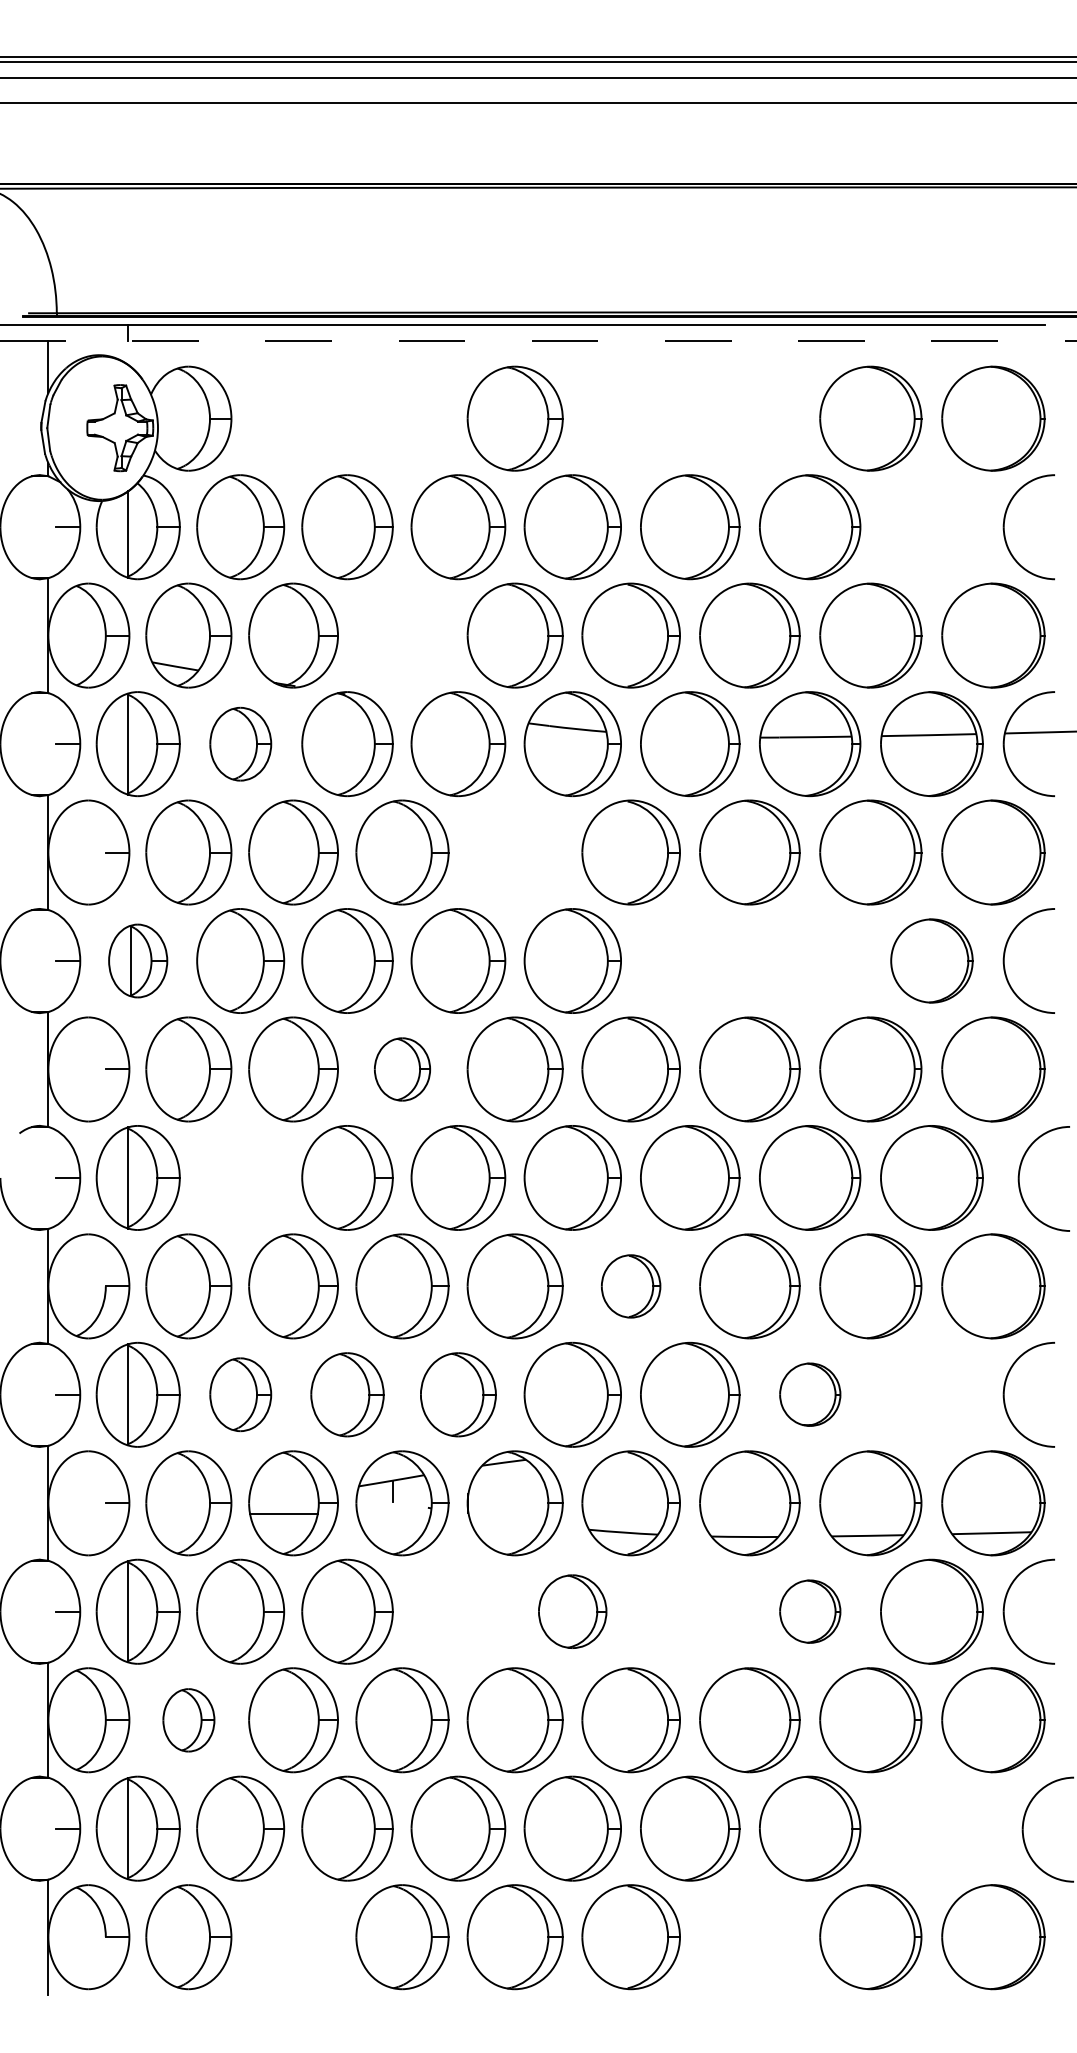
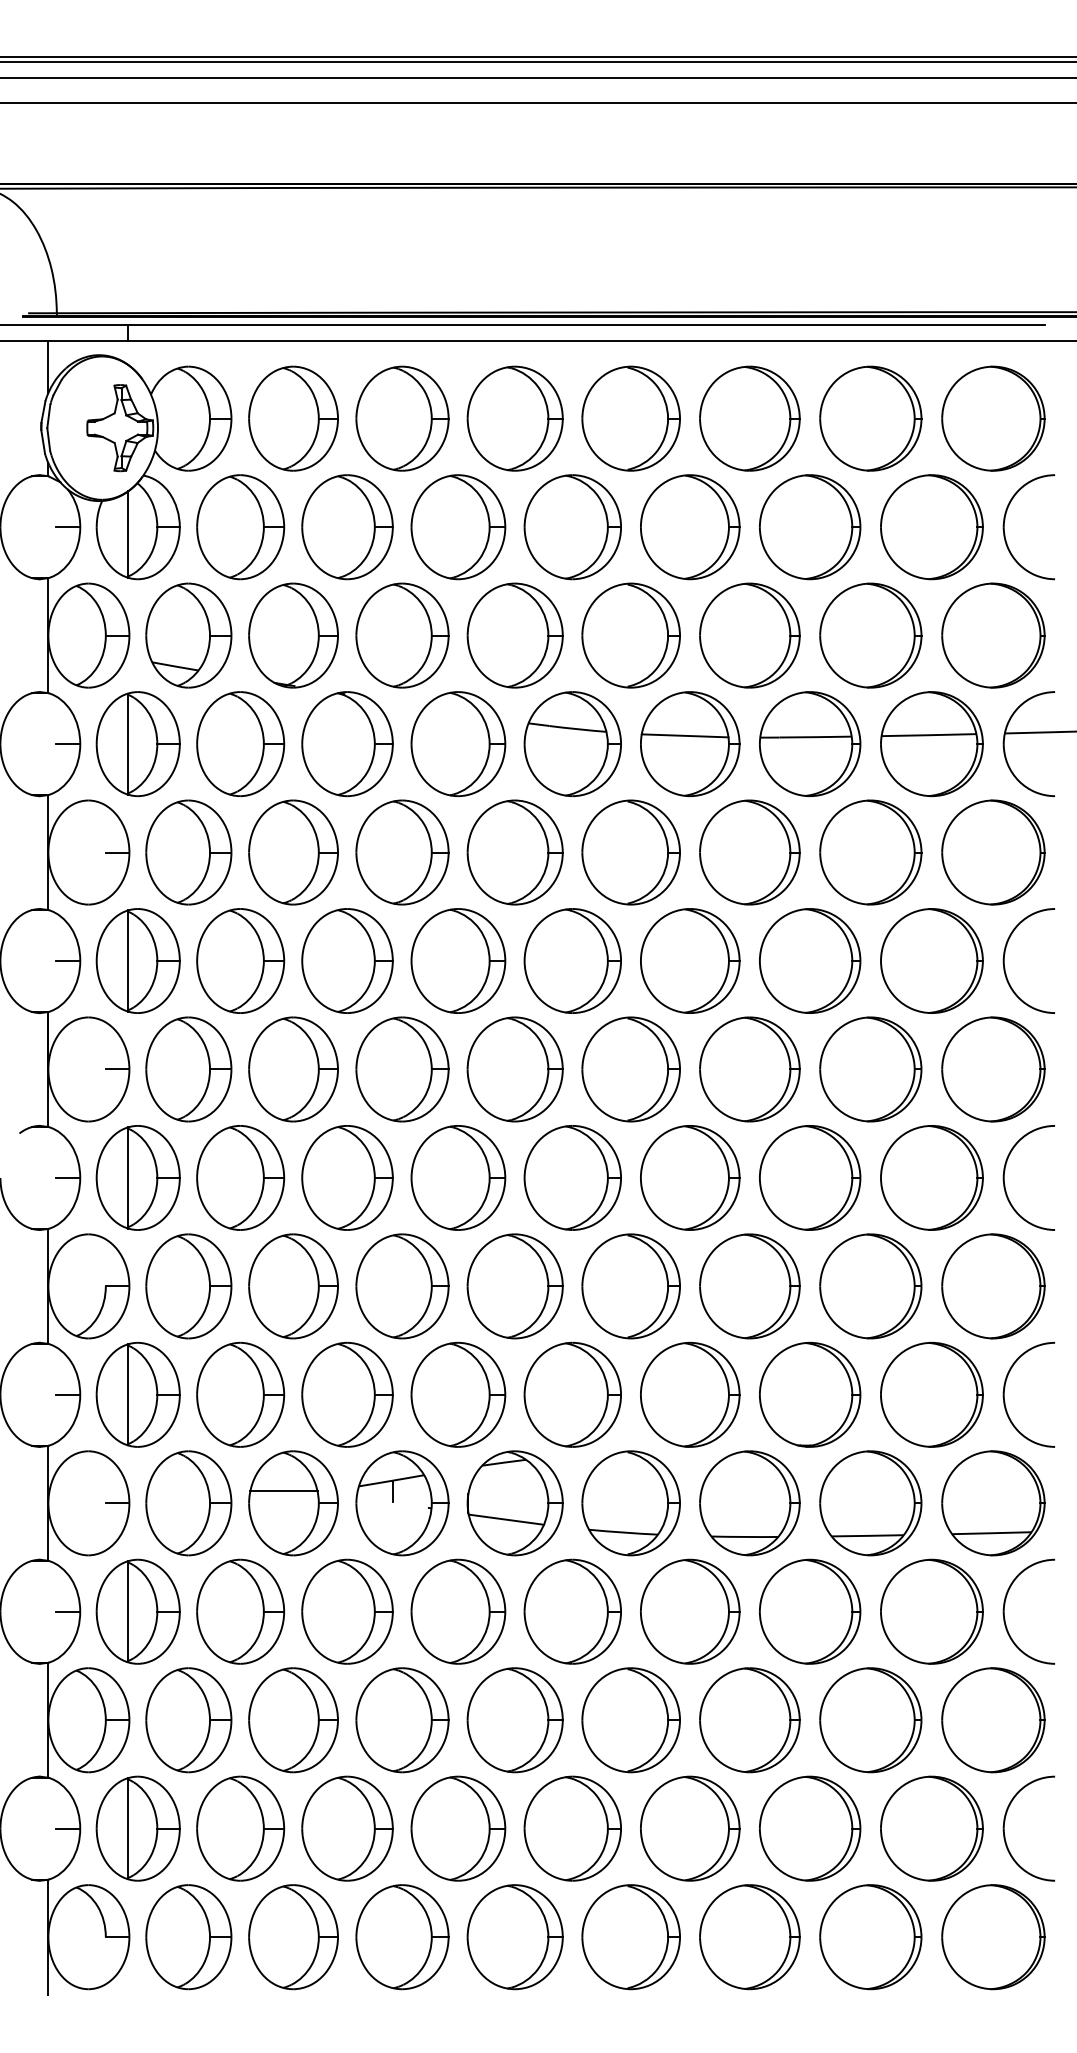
line at (539, 340): dashed -> solid
part at (293, 418): none -> present
part at (402, 418): none -> present
part at (630, 418): none -> present
part at (749, 418): none -> present
part at (931, 527): none -> present
part at (402, 635): none -> present
line at (684, 735): none -> present
part at (240, 743) size: 64x76 px -> 90x107 px
part at (514, 852): none -> present
part at (138, 960) size: 61x76 px -> 86x106 px
part at (690, 960): none -> present
part at (810, 960): none -> present
part at (931, 960) size: 84x86 px -> 104x106 px
part at (402, 1069) size: 57x65 px -> 95x107 px
part at (1020, 1172) position: (1020, 1172) -> (1005, 1171)
part at (240, 1177): none -> present
part at (631, 1286) size: 61x65 px -> 100x107 px
part at (240, 1394) size: 64x76 px -> 90x107 px
part at (347, 1394) size: 75x86 px -> 93x107 px
part at (458, 1394) size: 77x86 px -> 97x107 px
part at (810, 1394) size: 63x65 px -> 103x107 px
part at (931, 1394): none -> present
line at (283, 1514) position: (283, 1514) -> (283, 1491)
line at (506, 1519): none -> present
part at (458, 1611): none -> present
part at (572, 1611) size: 70x75 px -> 99x107 px
part at (690, 1611): none -> present
part at (810, 1611) size: 63x65 px -> 103x107 px
part at (188, 1720) size: 54x65 px -> 88x107 px
part at (931, 1828): none -> present
part at (1023, 1829) position: (1023, 1829) -> (1004, 1828)
part at (293, 1937): none -> present
part at (749, 1937): none -> present
